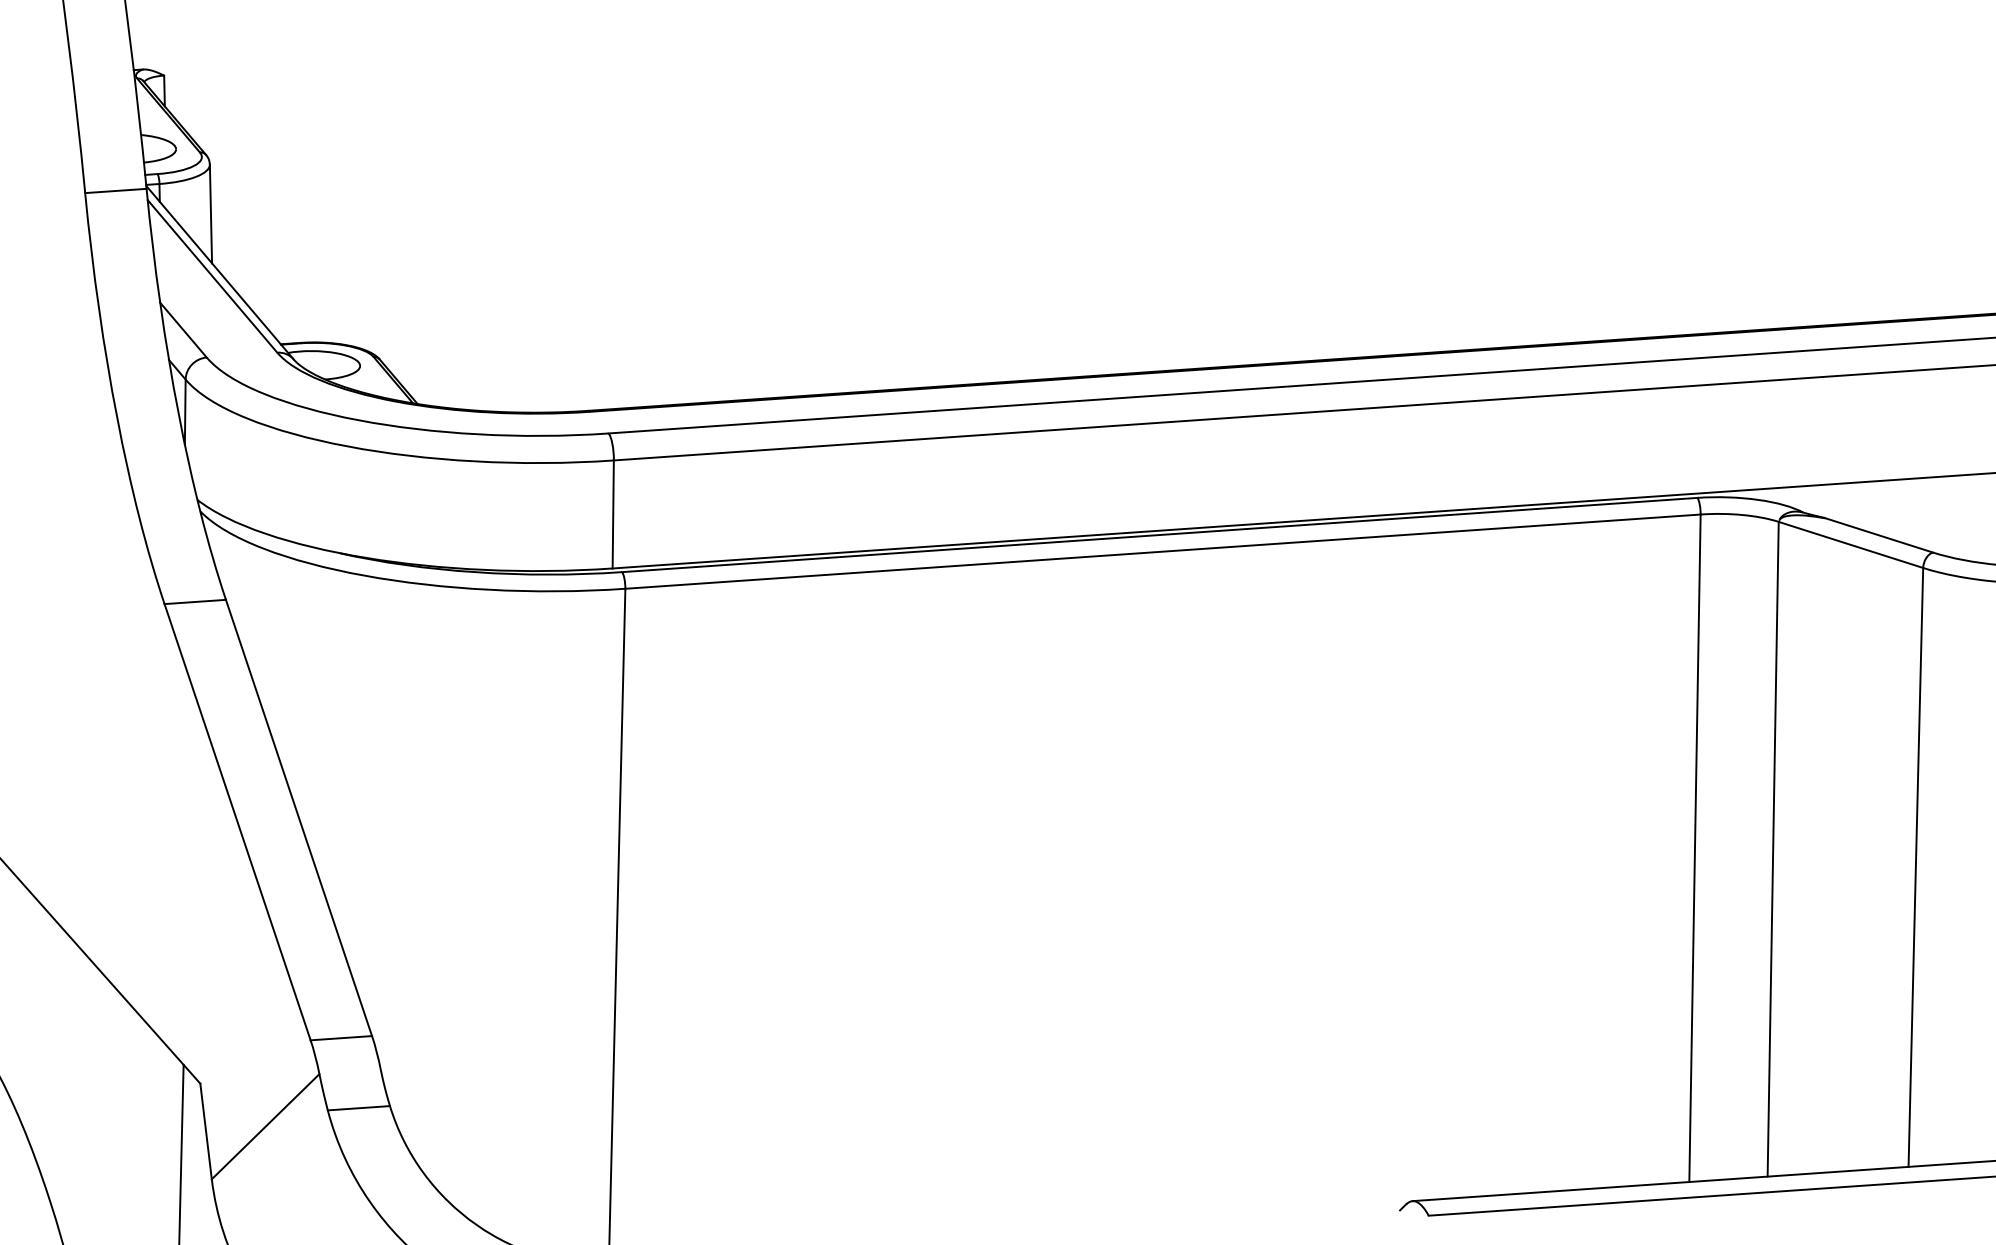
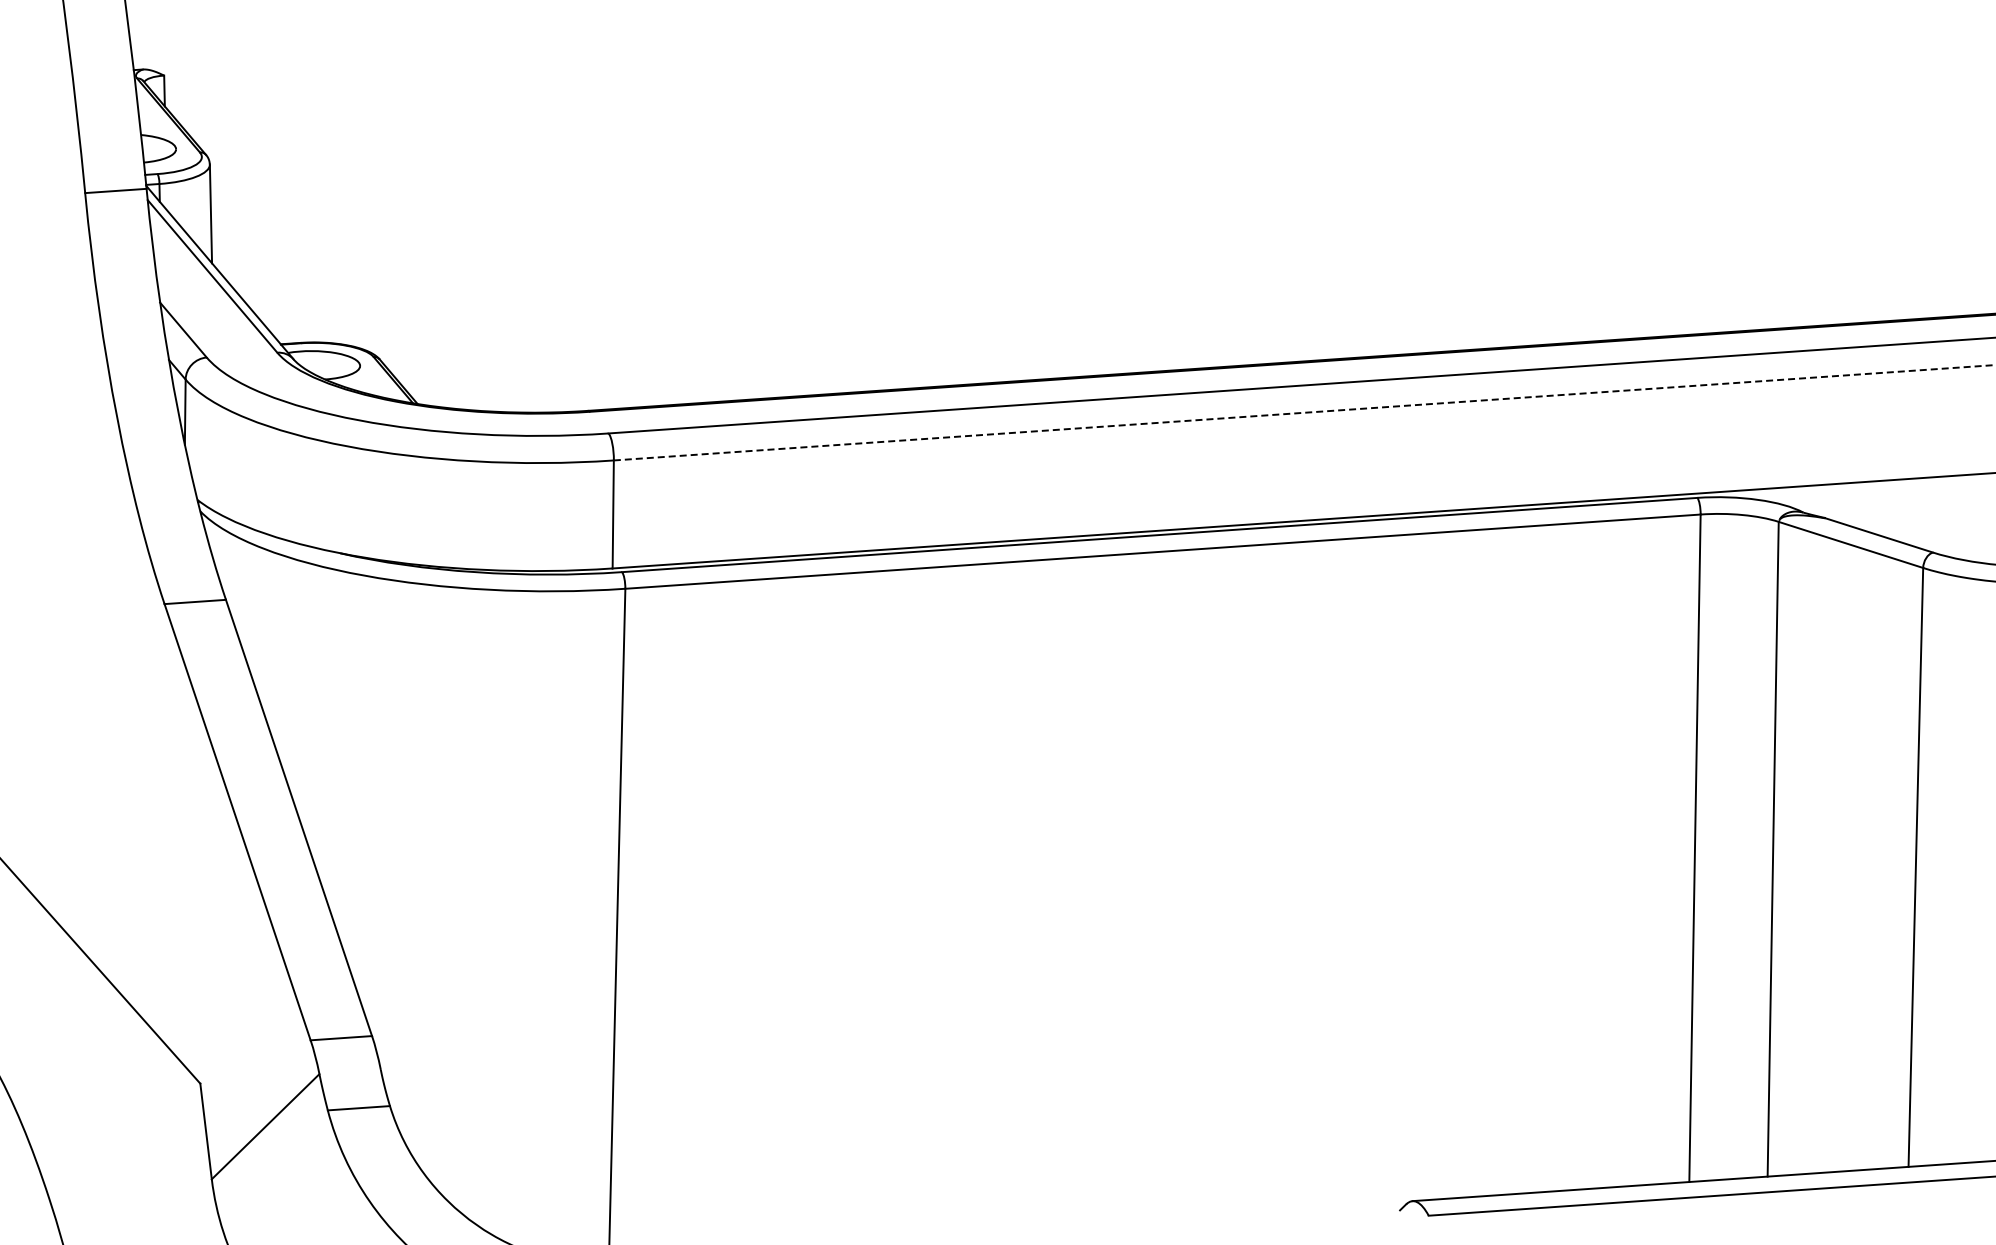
line at (1305, 412): solid -> dashed
line at (181, 1152): present -> none
